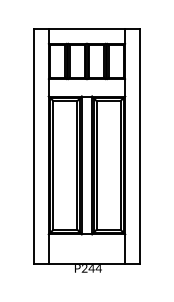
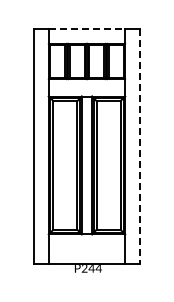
line at (87, 29): solid -> dashed
line at (139, 146): solid -> dashed
